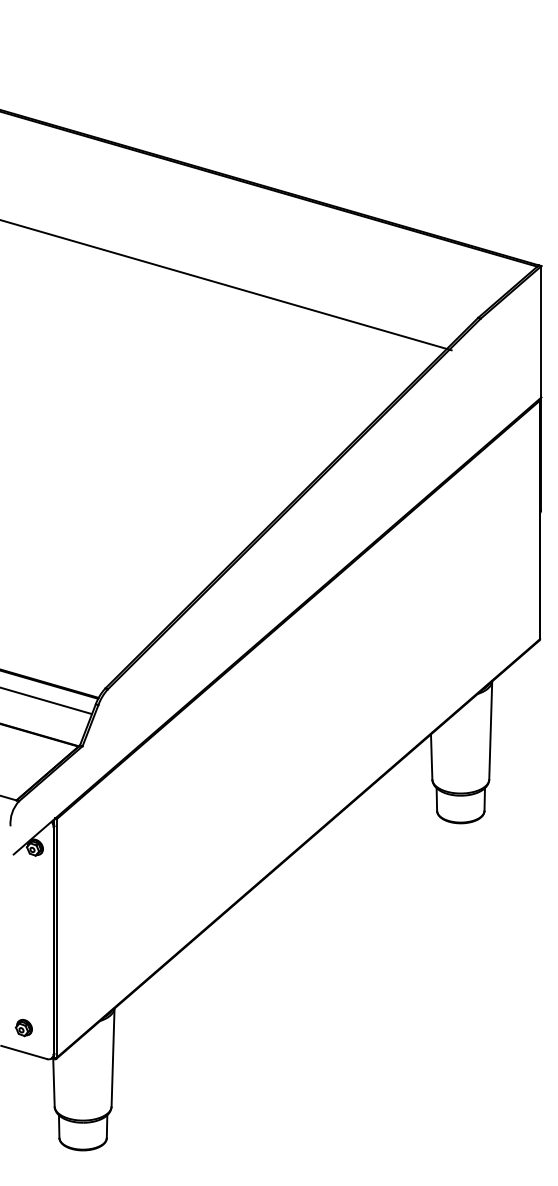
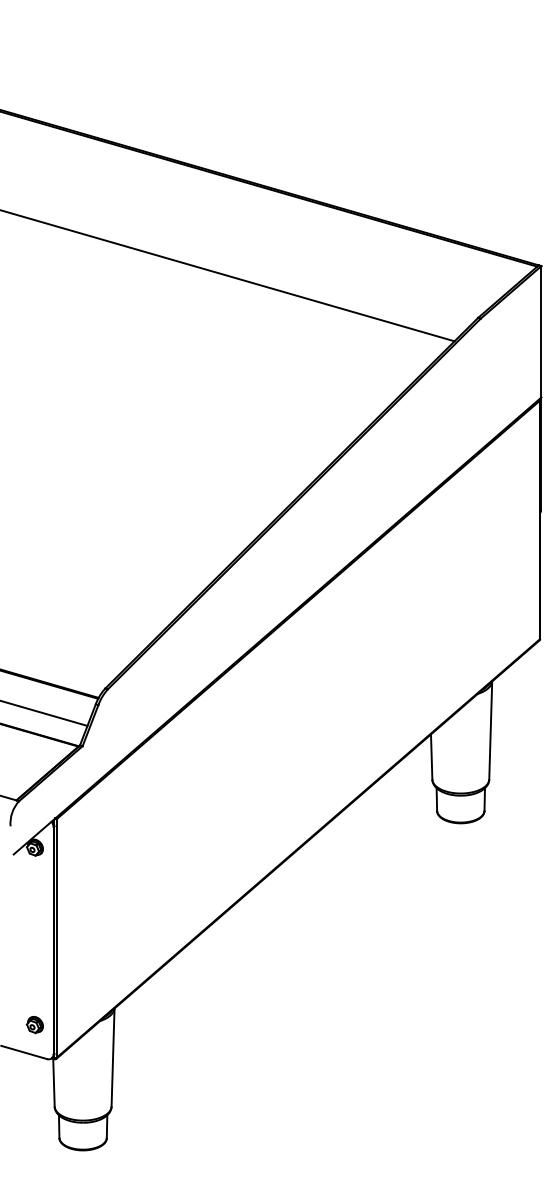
line at (226, 285) position: (226, 285) -> (228, 275)
line at (46, 700) position: (46, 700) -> (44, 713)
part at (23, 1028) position: (23, 1028) -> (34, 1025)
